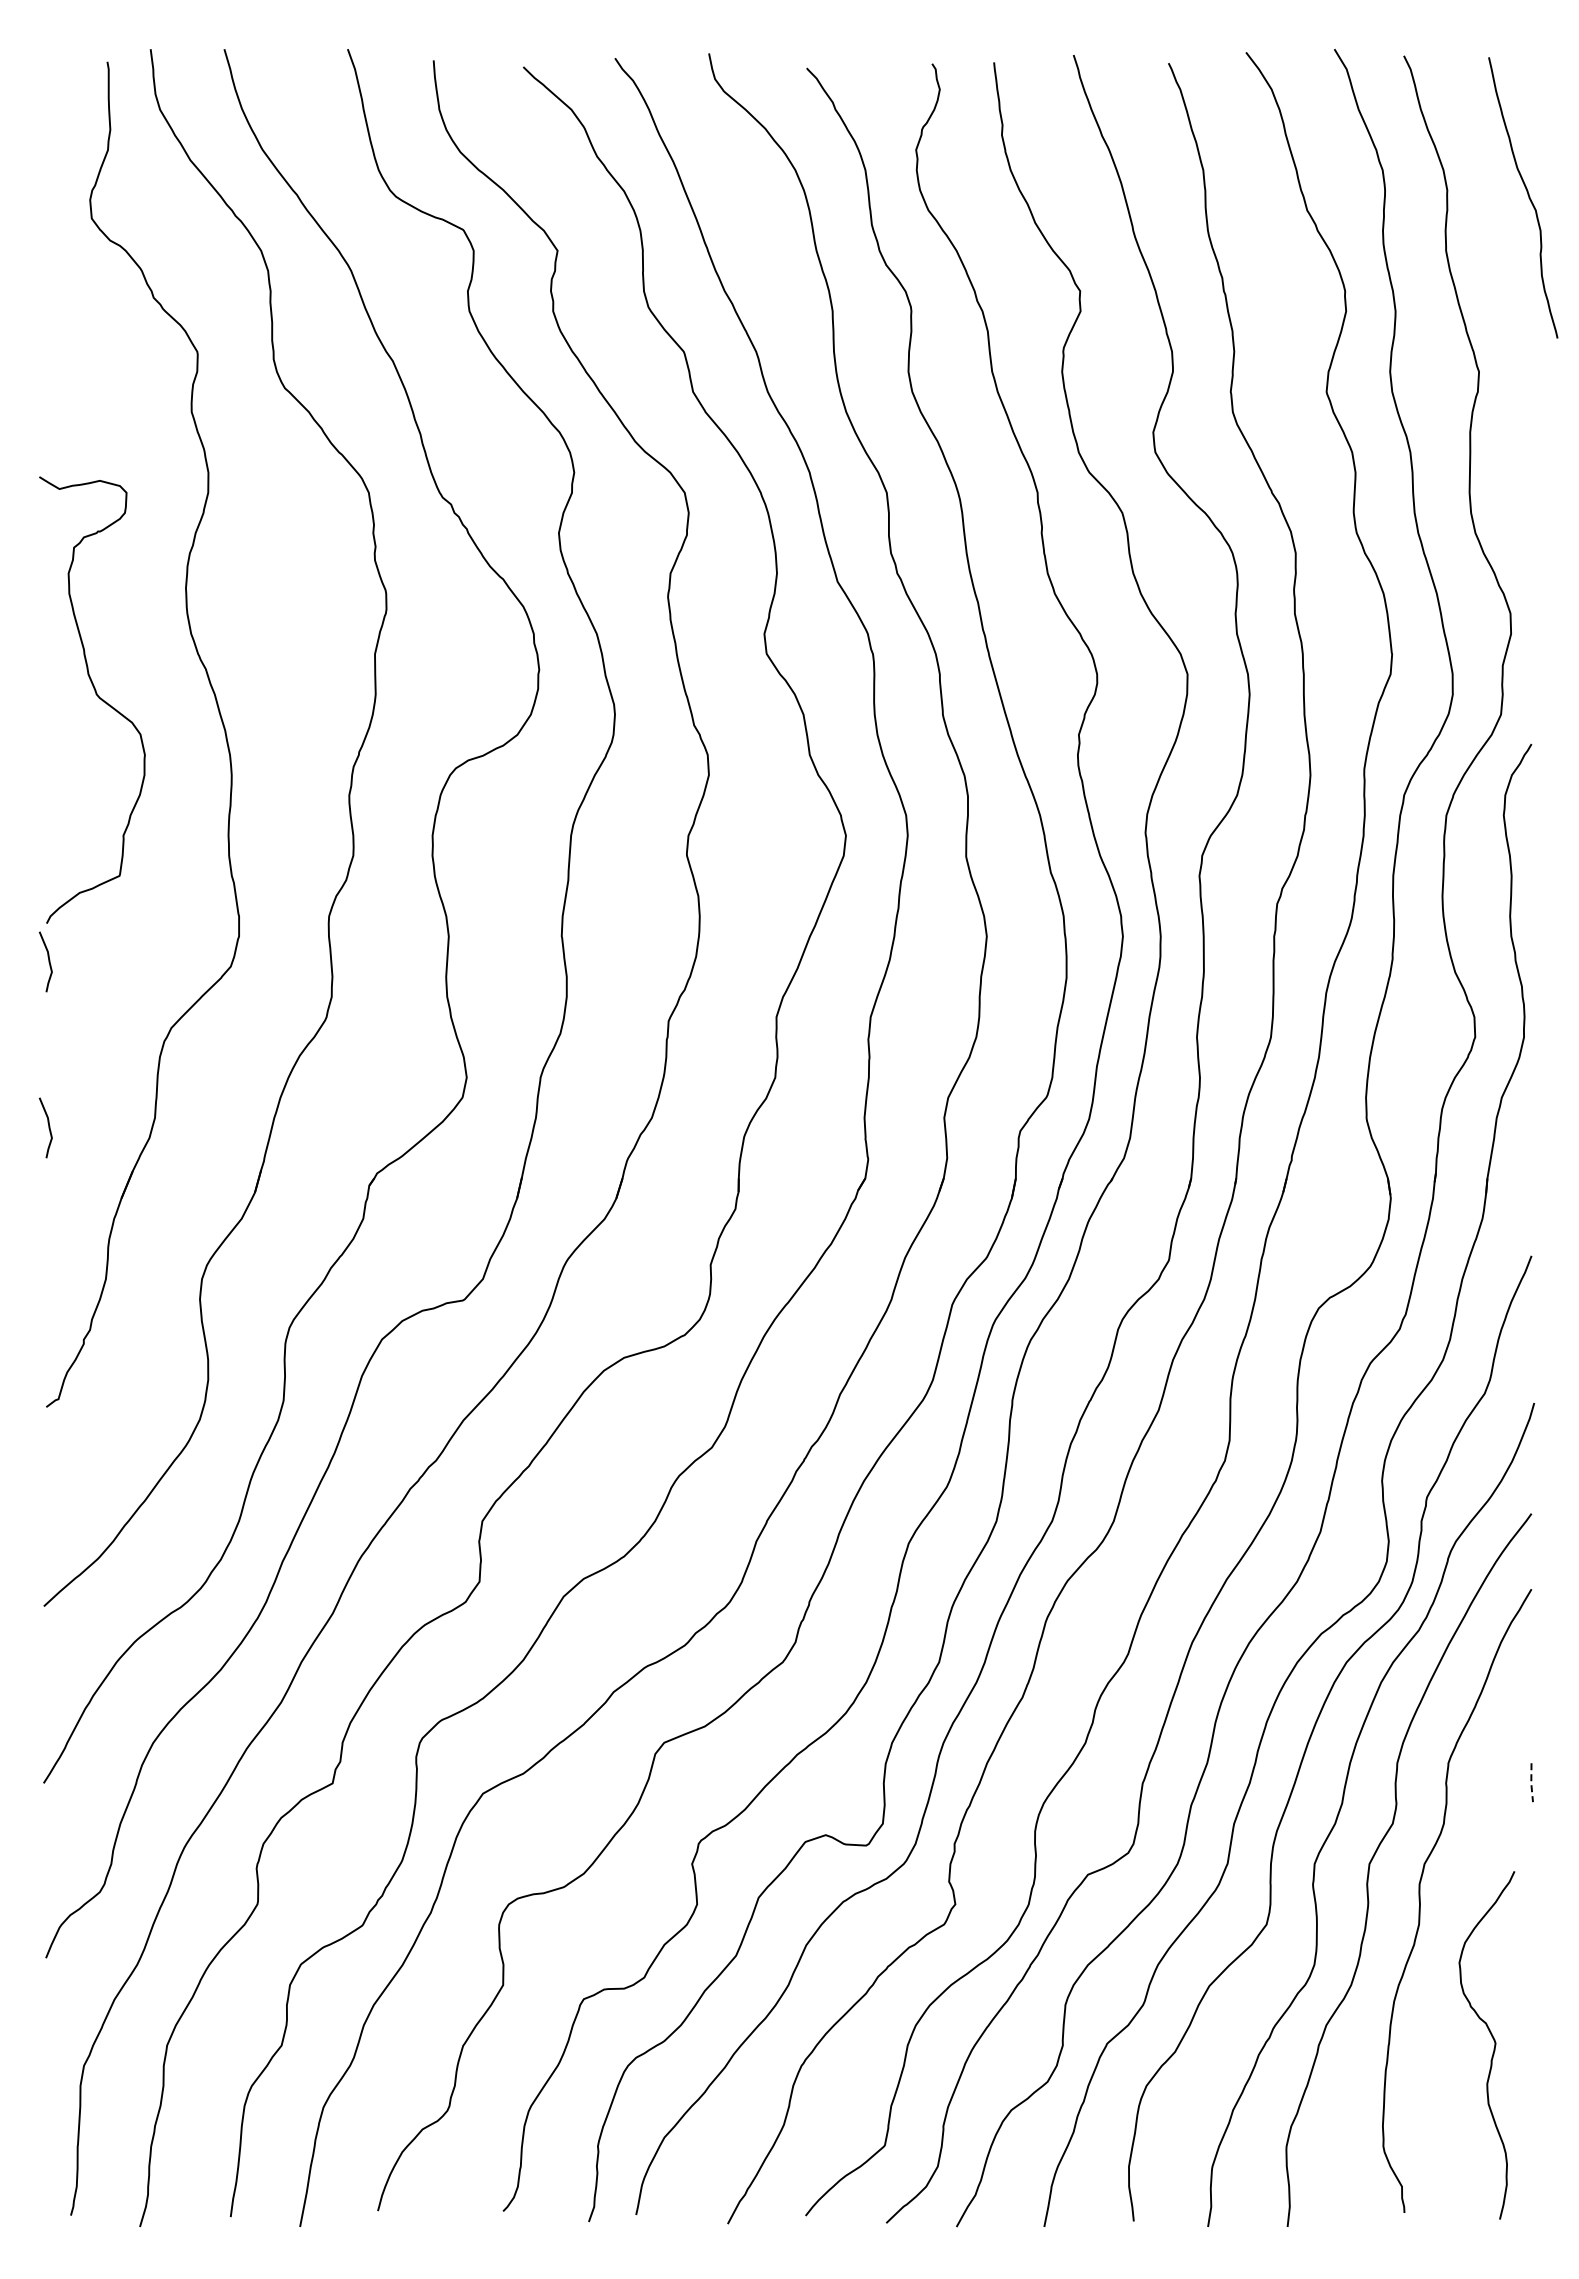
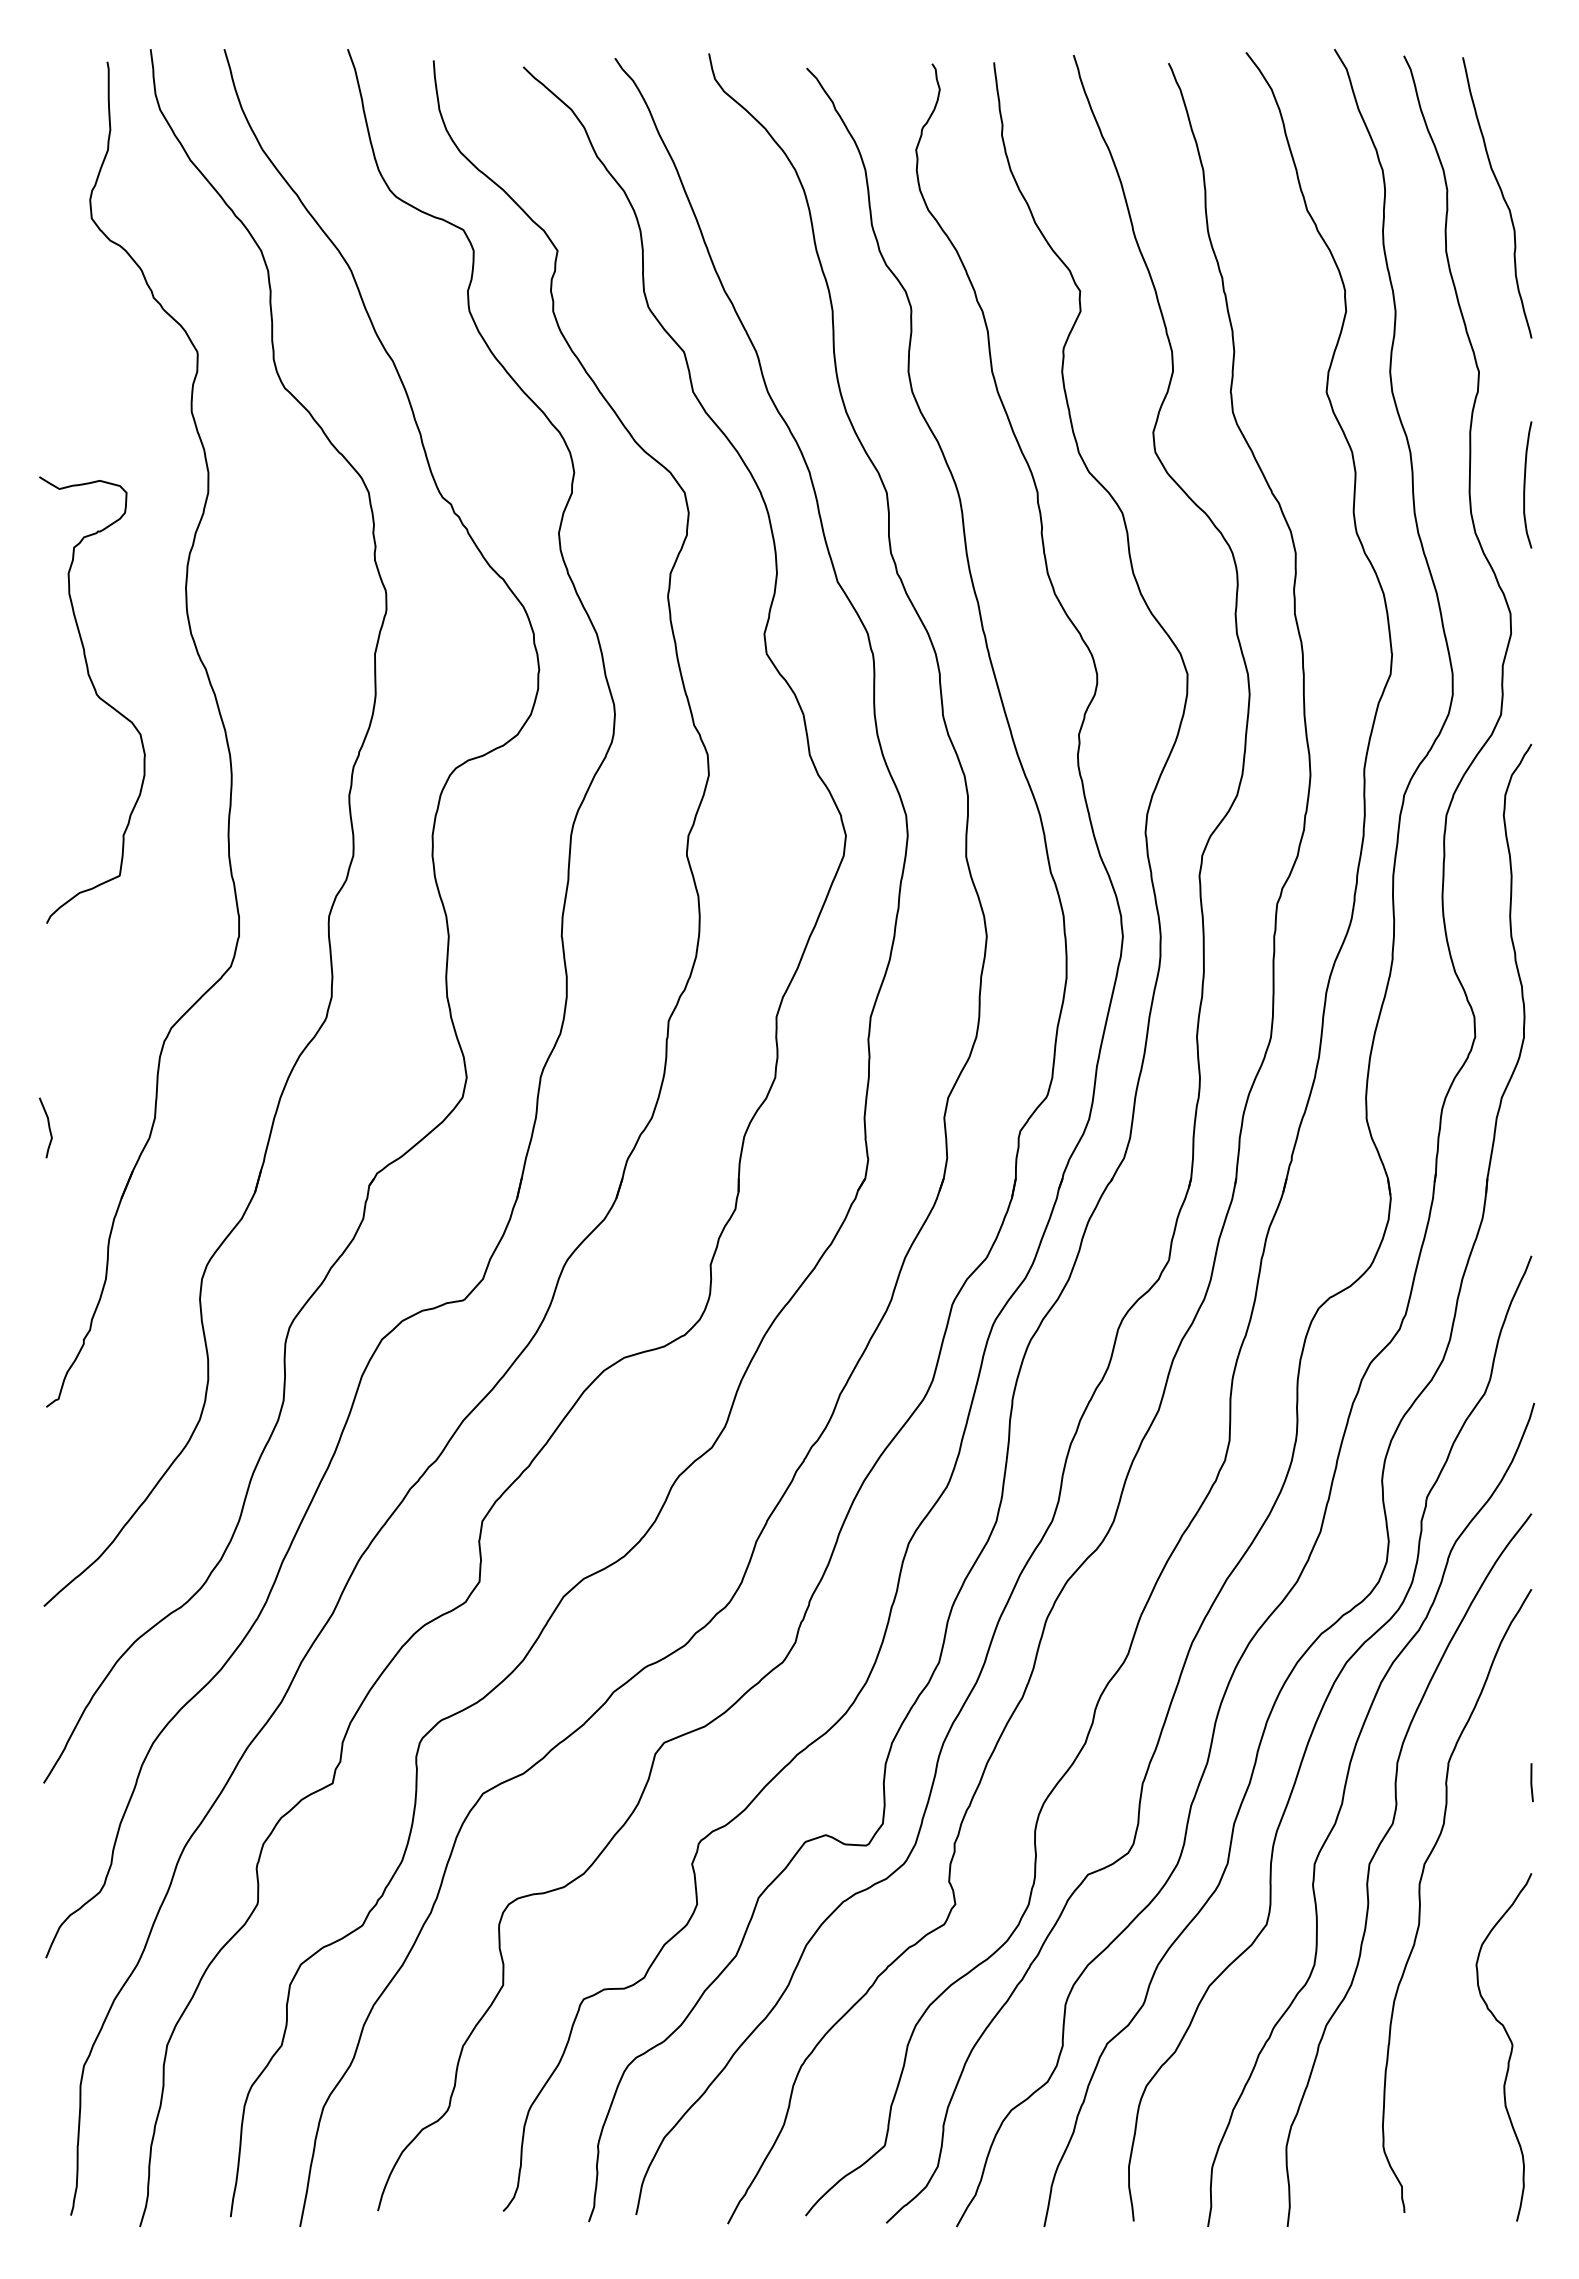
curve at (1527, 195) position: (1527, 195) -> (1501, 195)
curve at (1525, 484): none -> present
curve at (48, 961): present -> none
line at (1531, 1783): dashed -> solid
curve at (1493, 2048) position: (1493, 2048) -> (1510, 2050)
